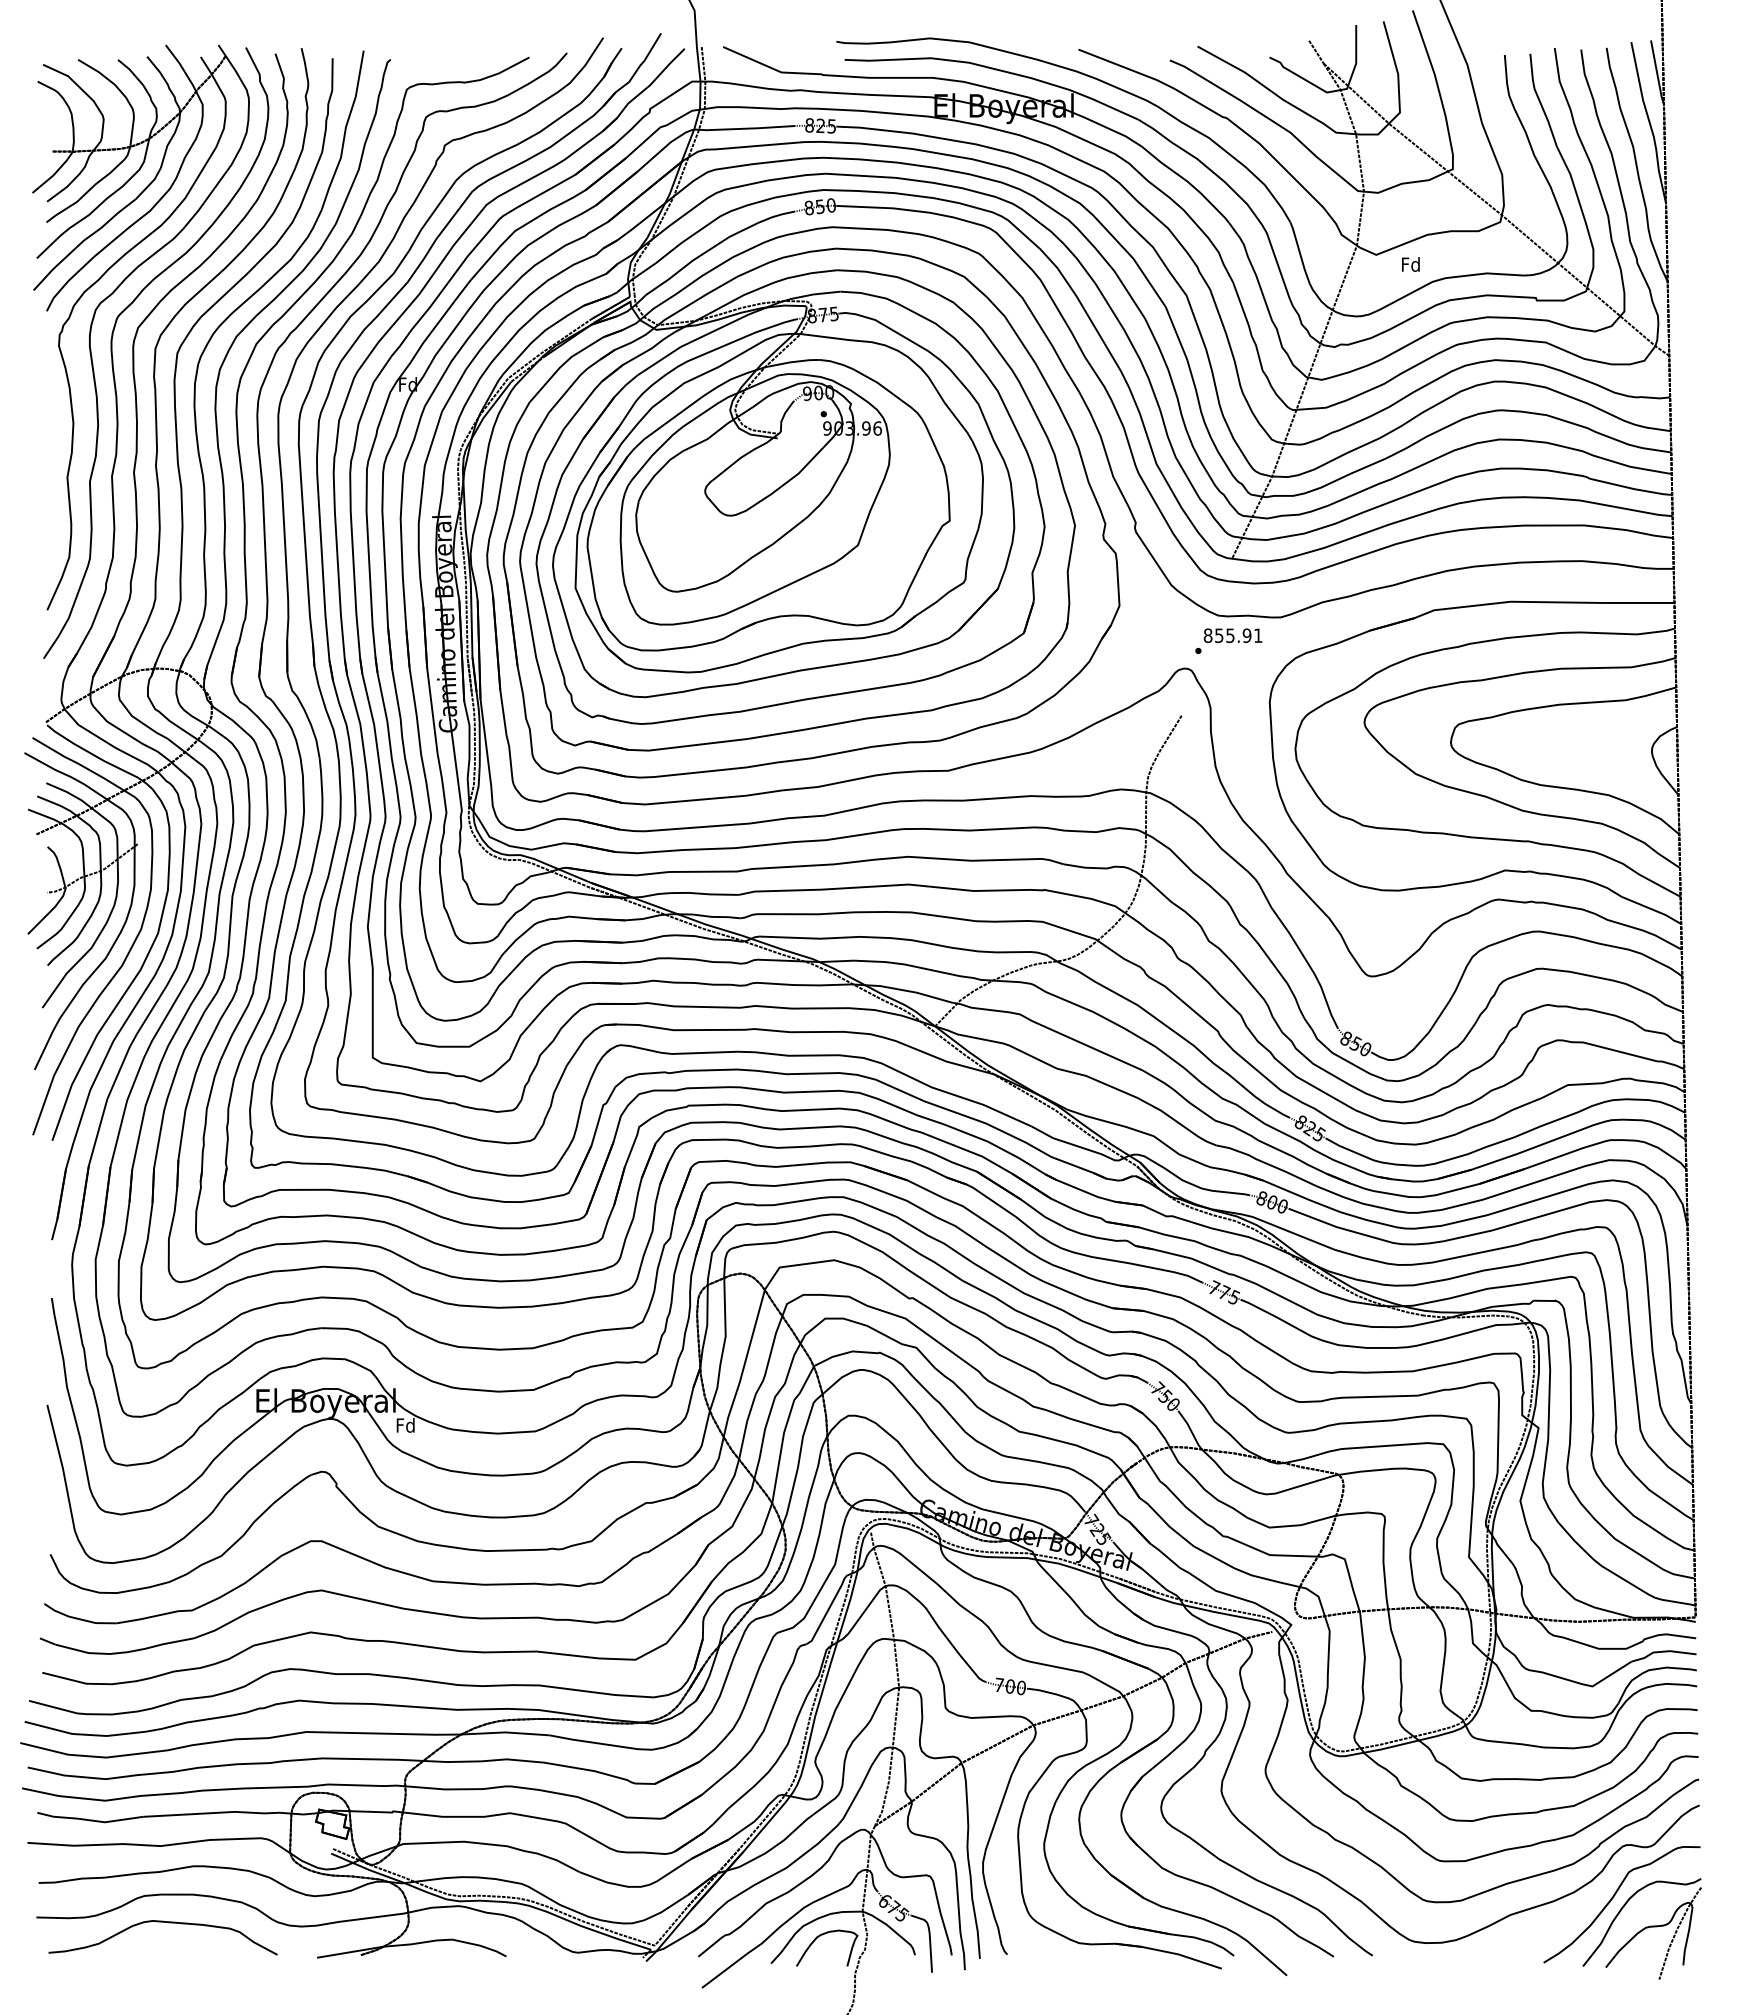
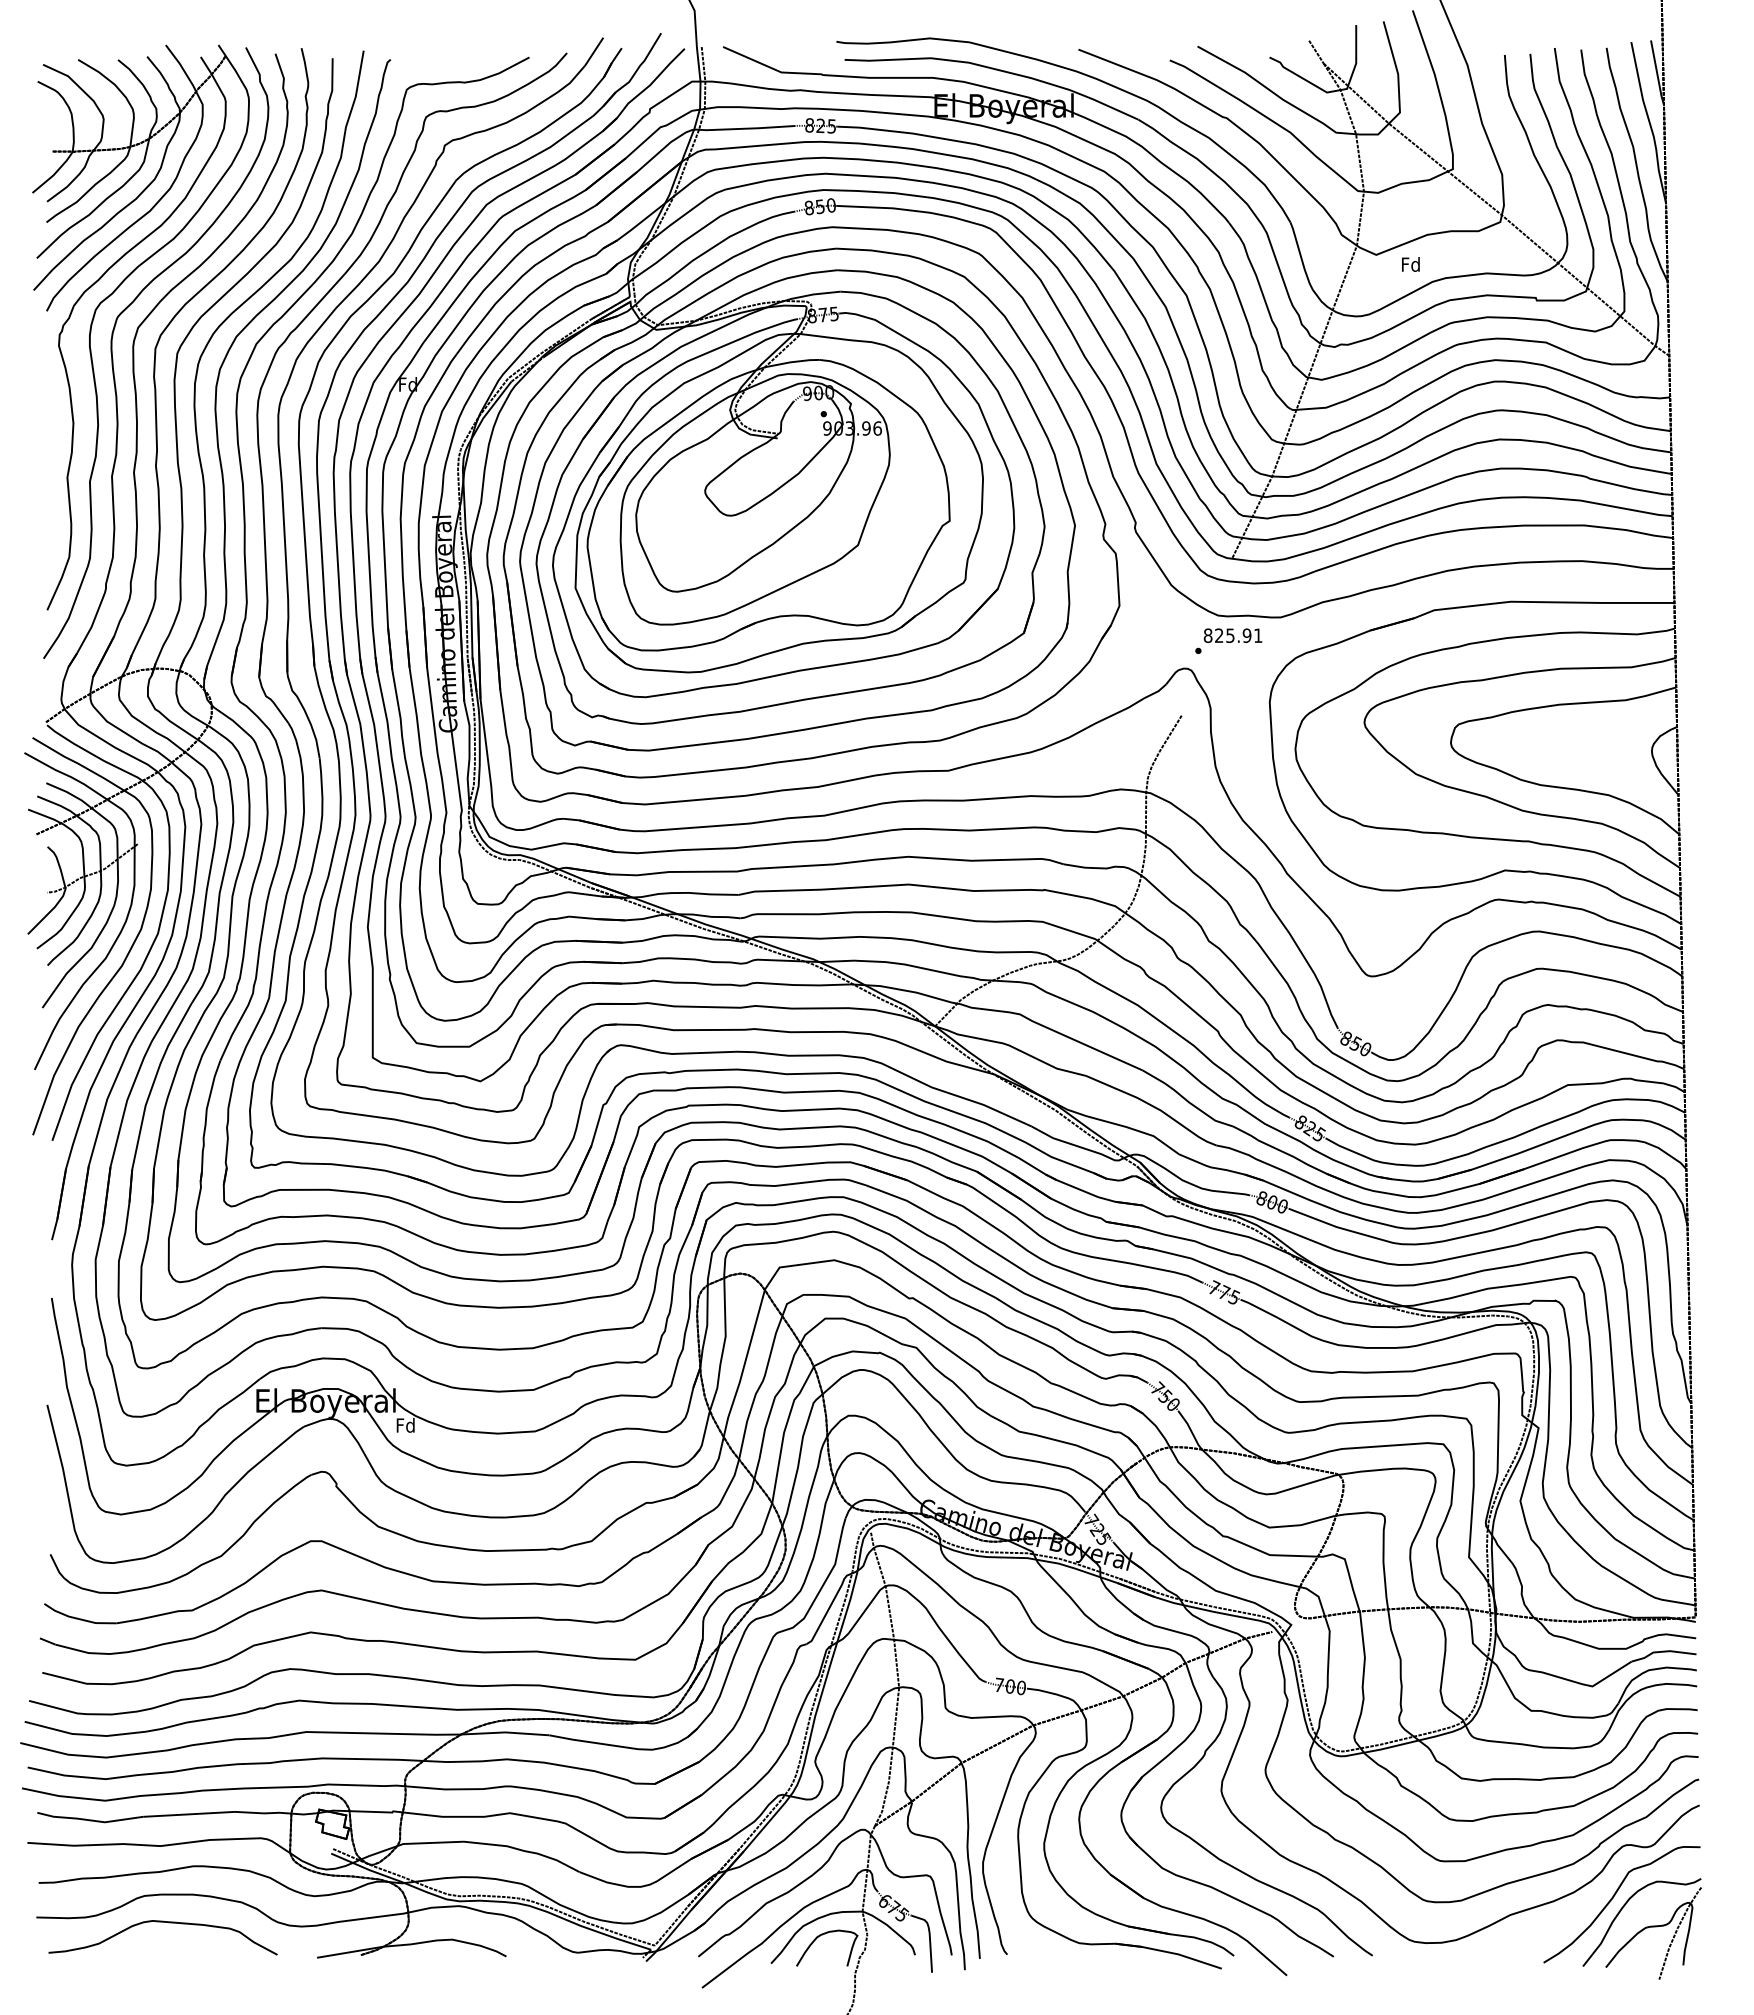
text at (1219, 635): 855.91 -> 825.91
